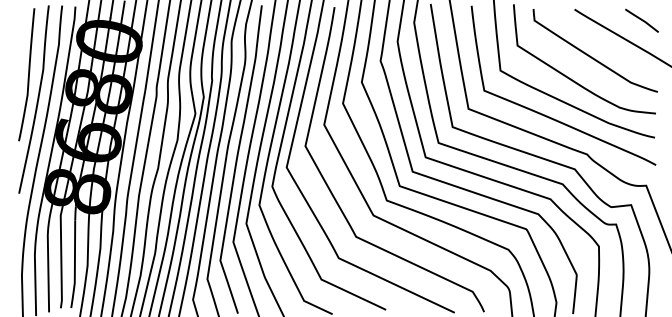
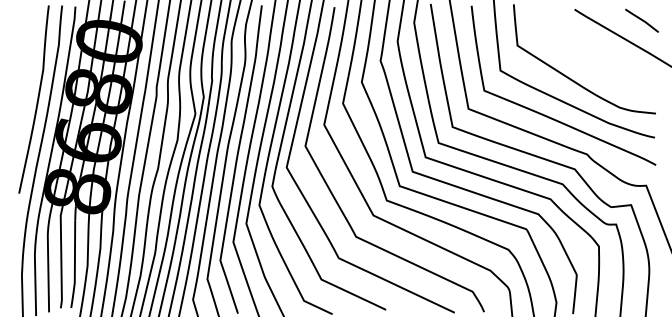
curve at (590, 55): present -> none
curve at (28, 74): present -> none
